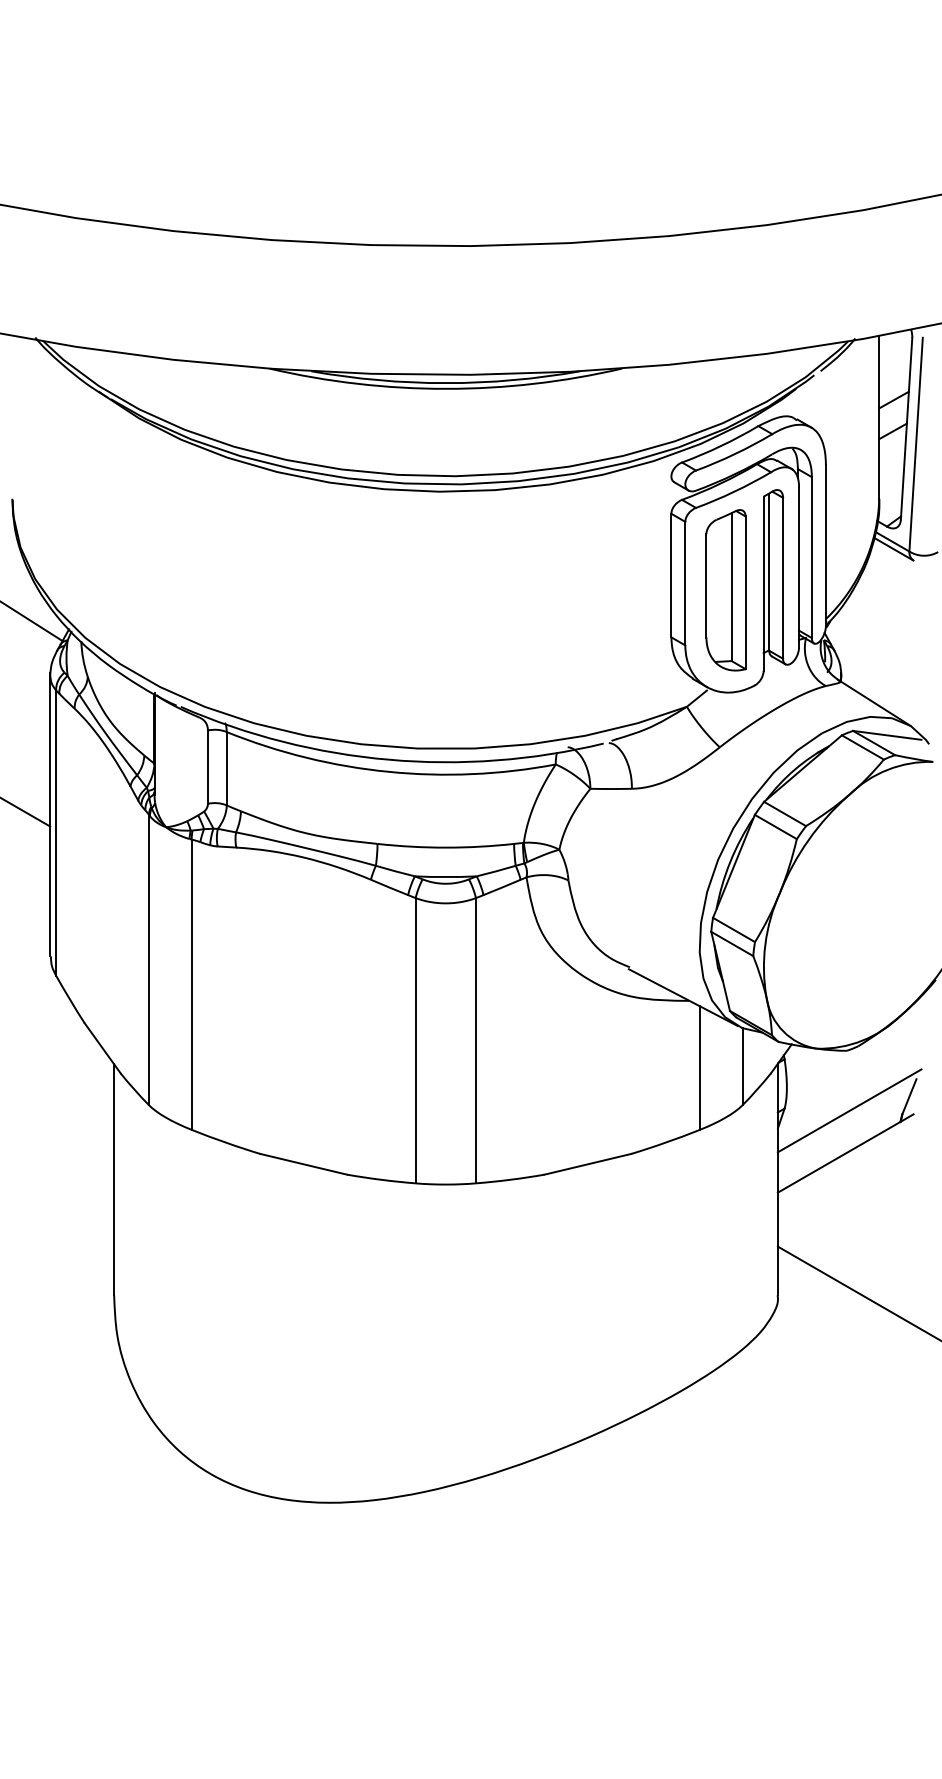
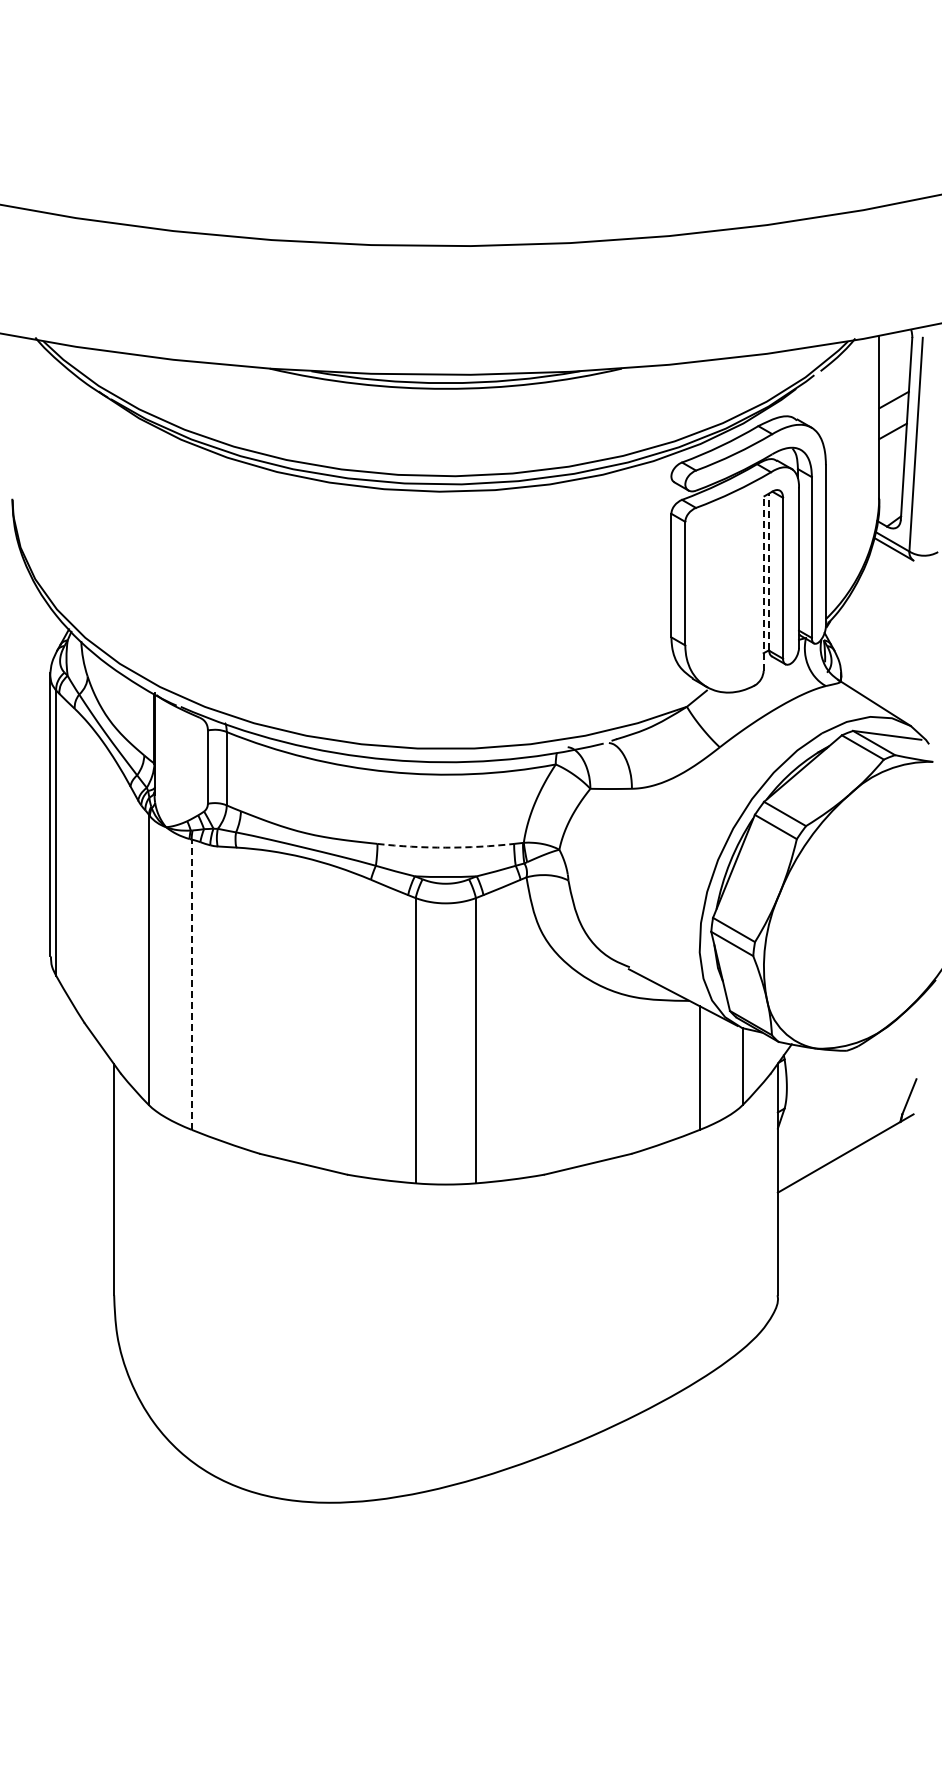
line at (769, 571): solid -> dashed
line at (763, 583): solid -> dashed
part at (725, 590): present -> none
line at (32, 621): present -> none
line at (26, 812): present -> none
arc at (445, 847): solid -> dashed
line at (191, 984): solid -> dashed
line at (849, 1110): present -> none
line at (857, 1292): present -> none
